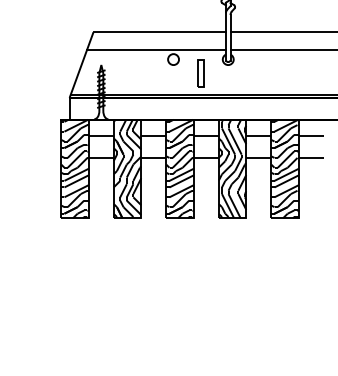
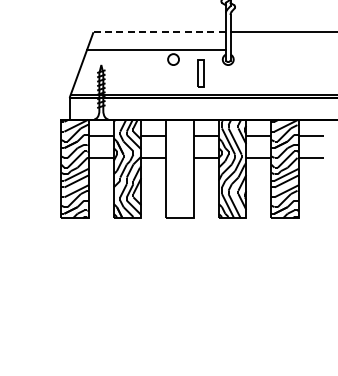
line at (160, 32): solid -> dashed
line at (282, 50): present -> none
hatch at (179, 168): present -> none
